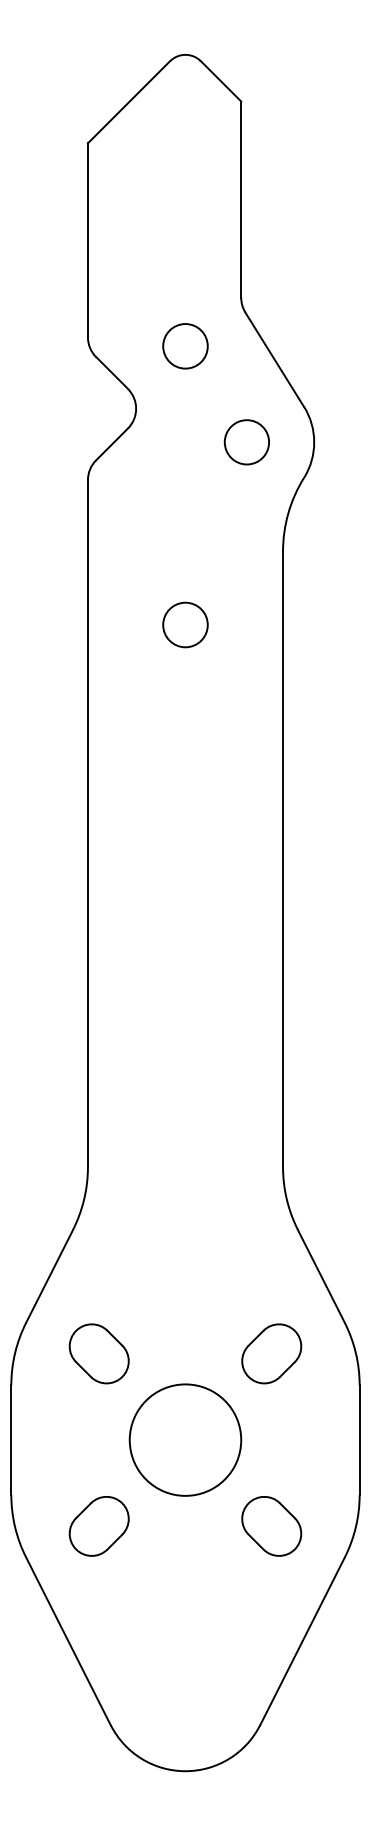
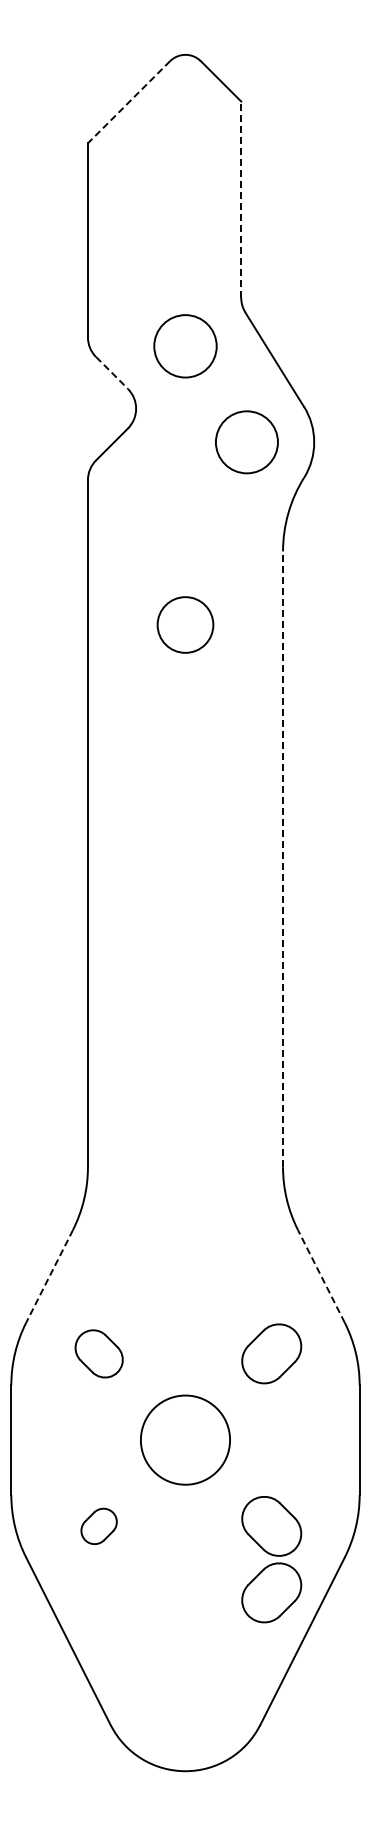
line at (128, 102): solid -> dashed
line at (241, 199): solid -> dashed
circle at (185, 346) diameter: 45 px -> 62 px
line at (112, 373): solid -> dashed
circle at (246, 442) diameter: 44 px -> 62 px
circle at (185, 624) diameter: 45 px -> 56 px
line at (283, 859): solid -> dashed
line at (49, 1276): solid -> dashed
line at (321, 1276): solid -> dashed
part at (98, 1353) size: 62x62 px -> 50x50 px
circle at (185, 1439) diameter: 111 px -> 89 px
part at (98, 1526) size: 62x61 px -> 38x38 px
part at (271, 1592): none -> present
